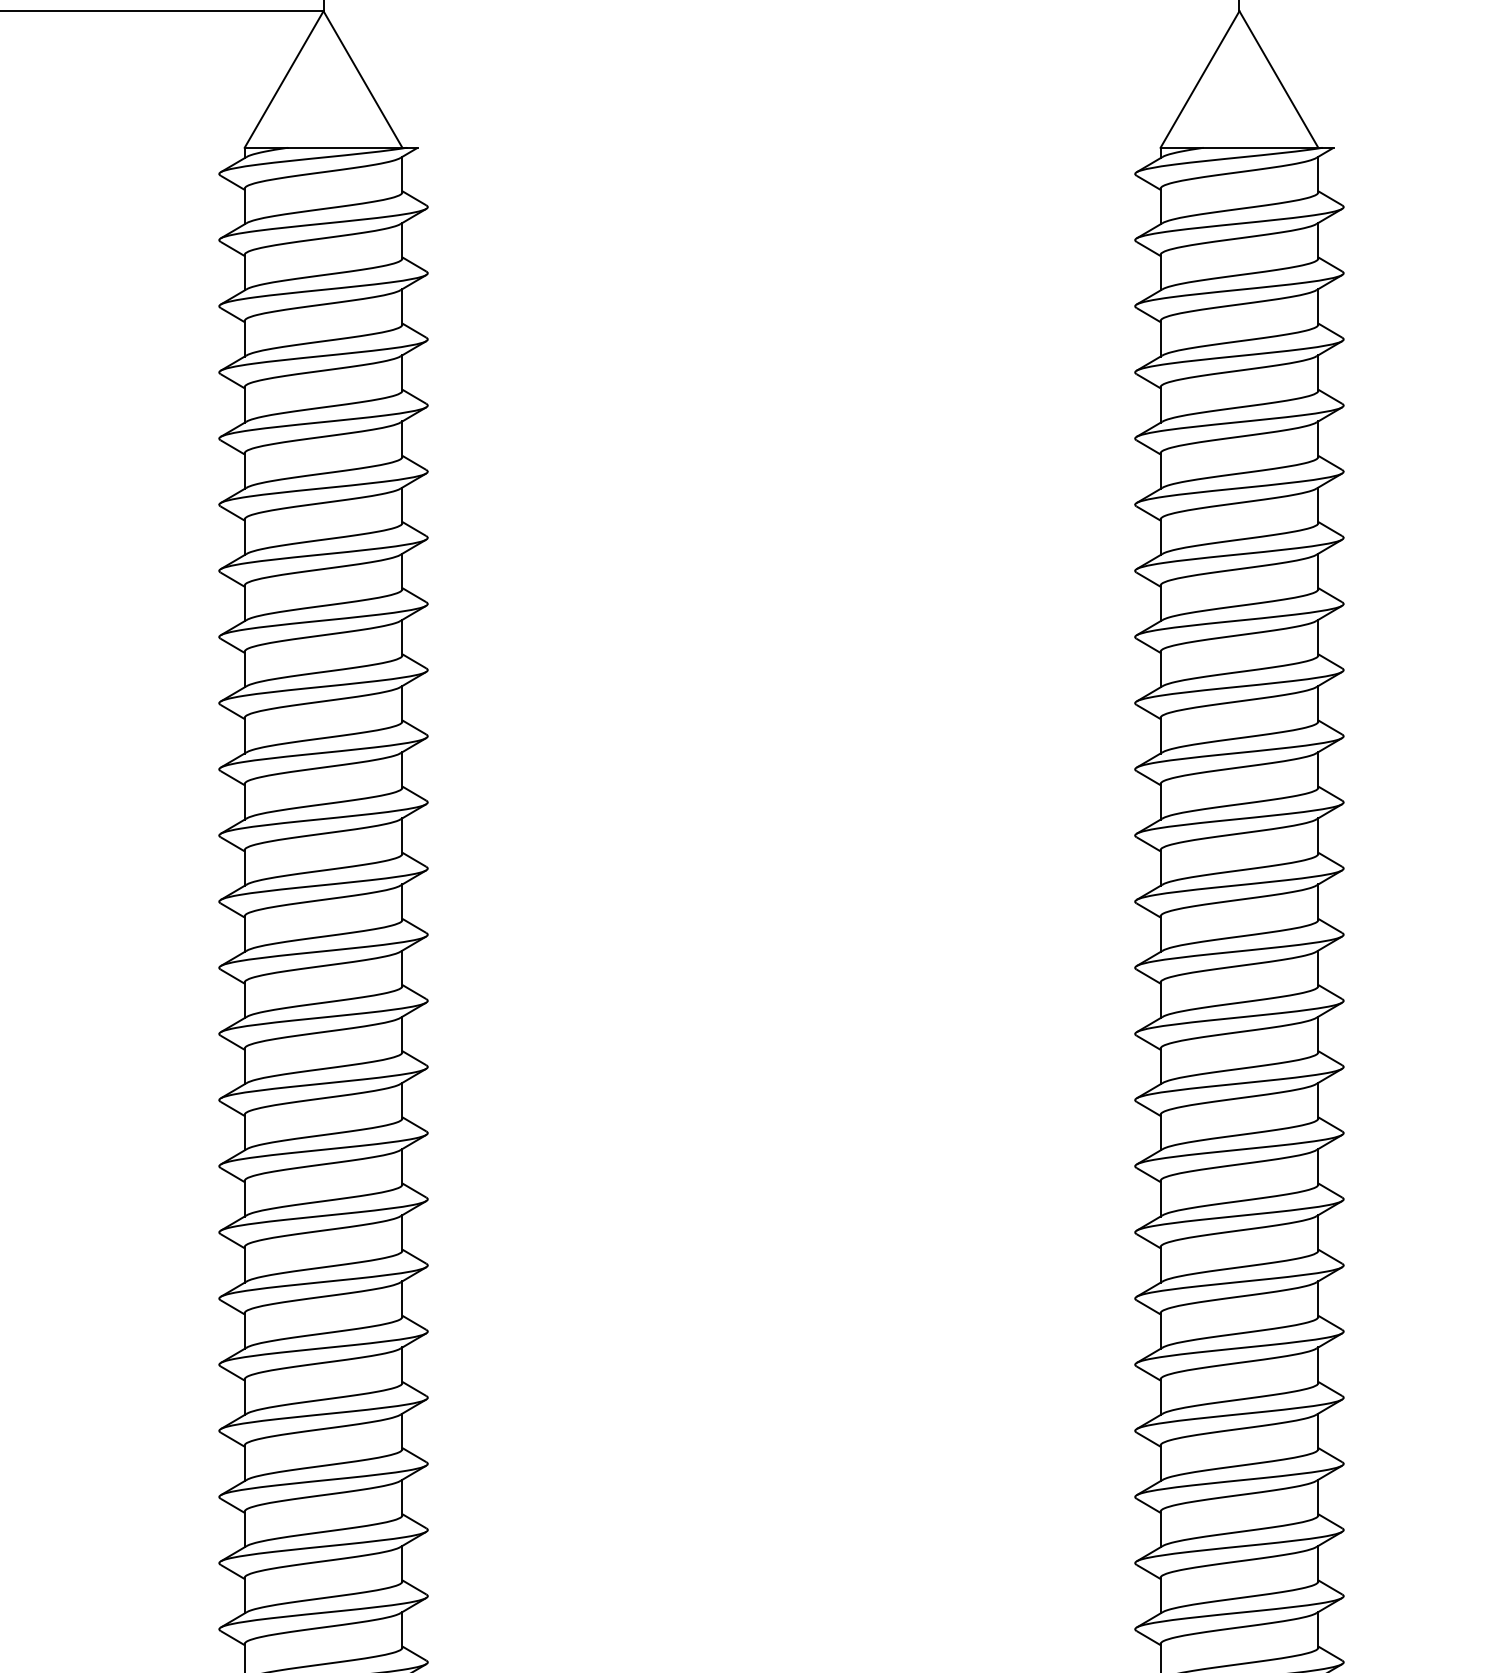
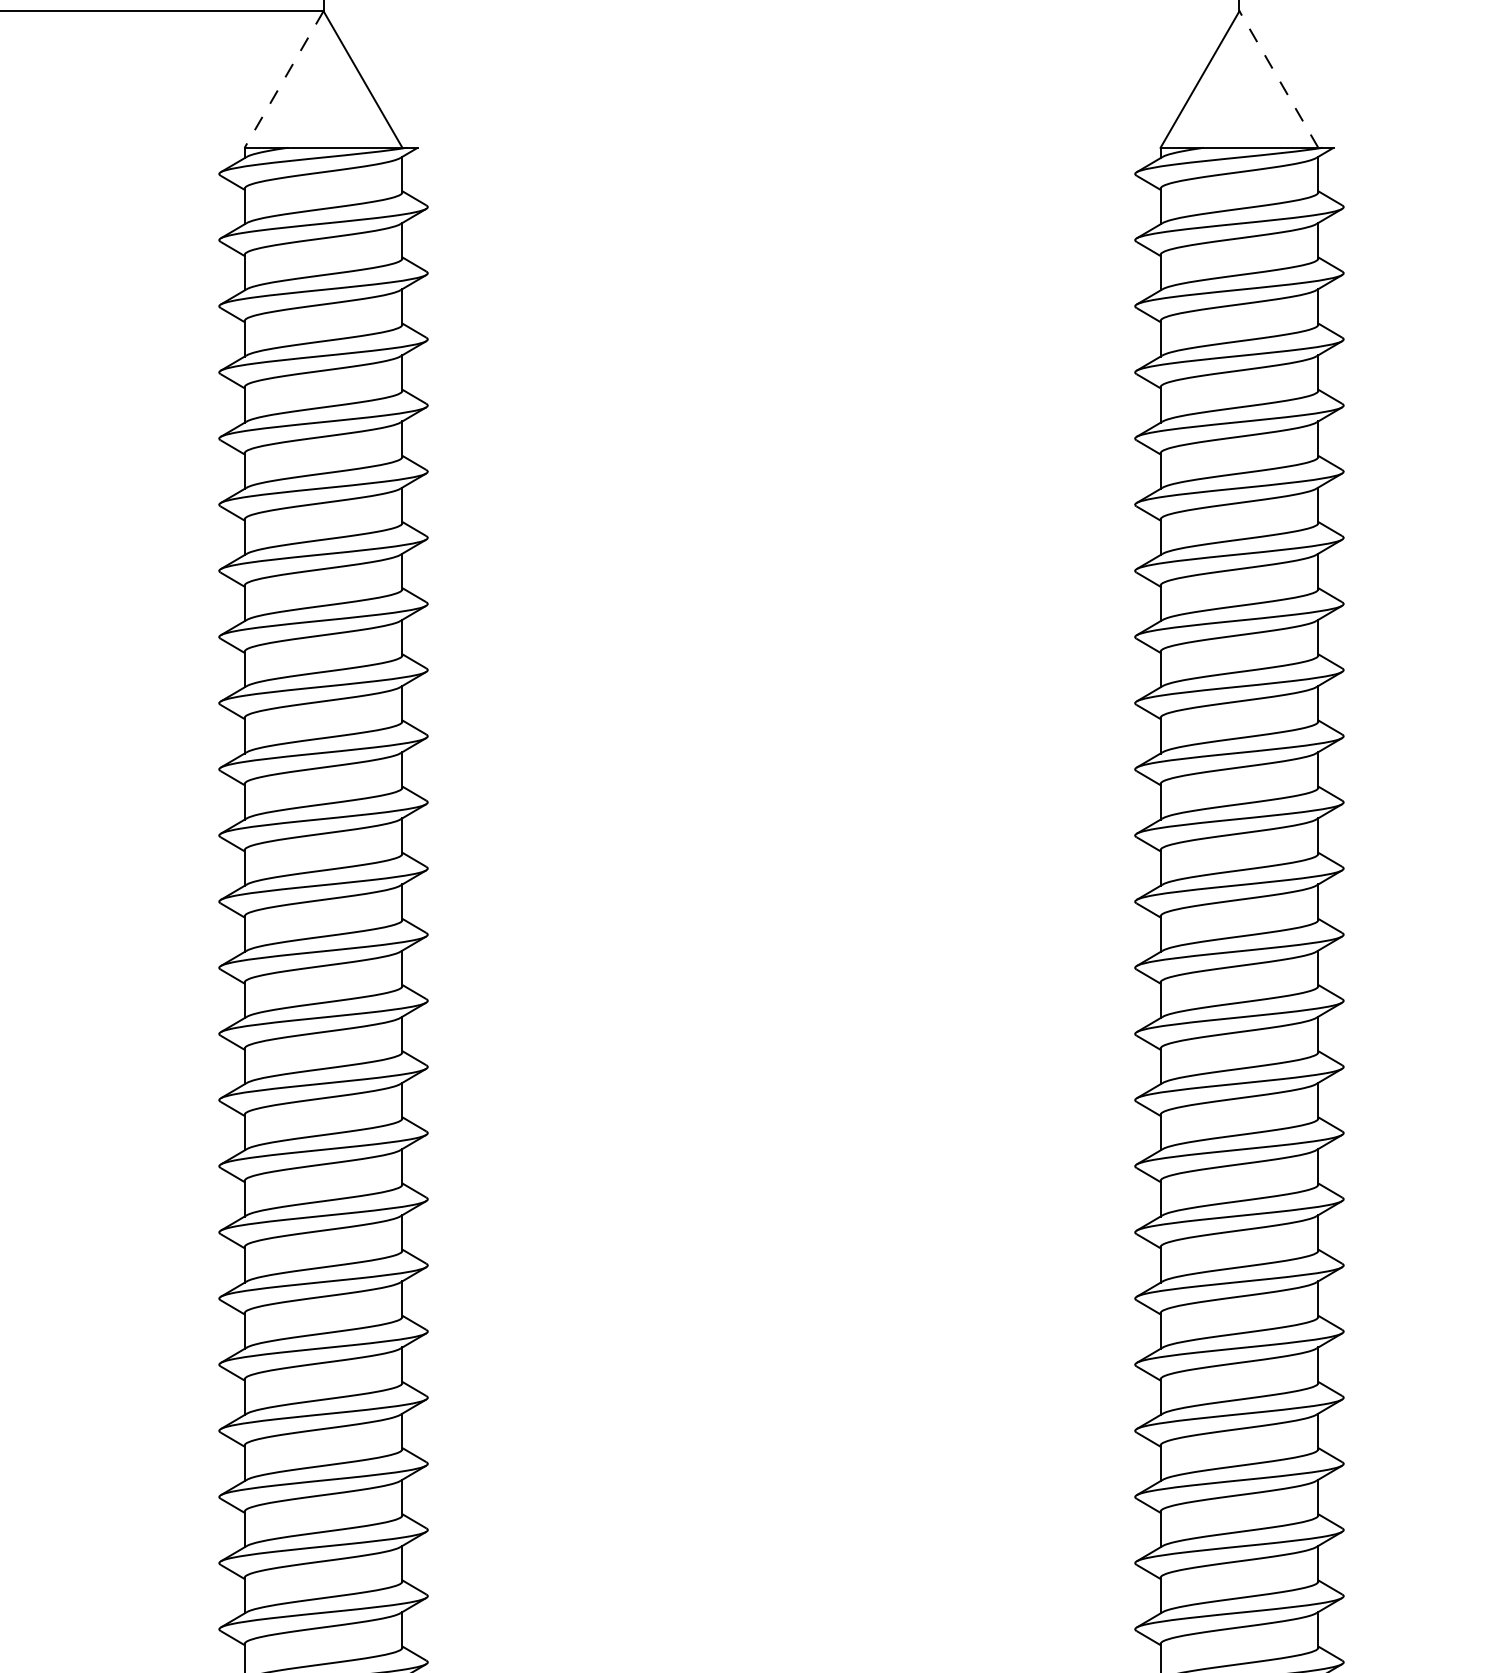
line at (284, 79): solid -> dashed
line at (1278, 79): solid -> dashed
